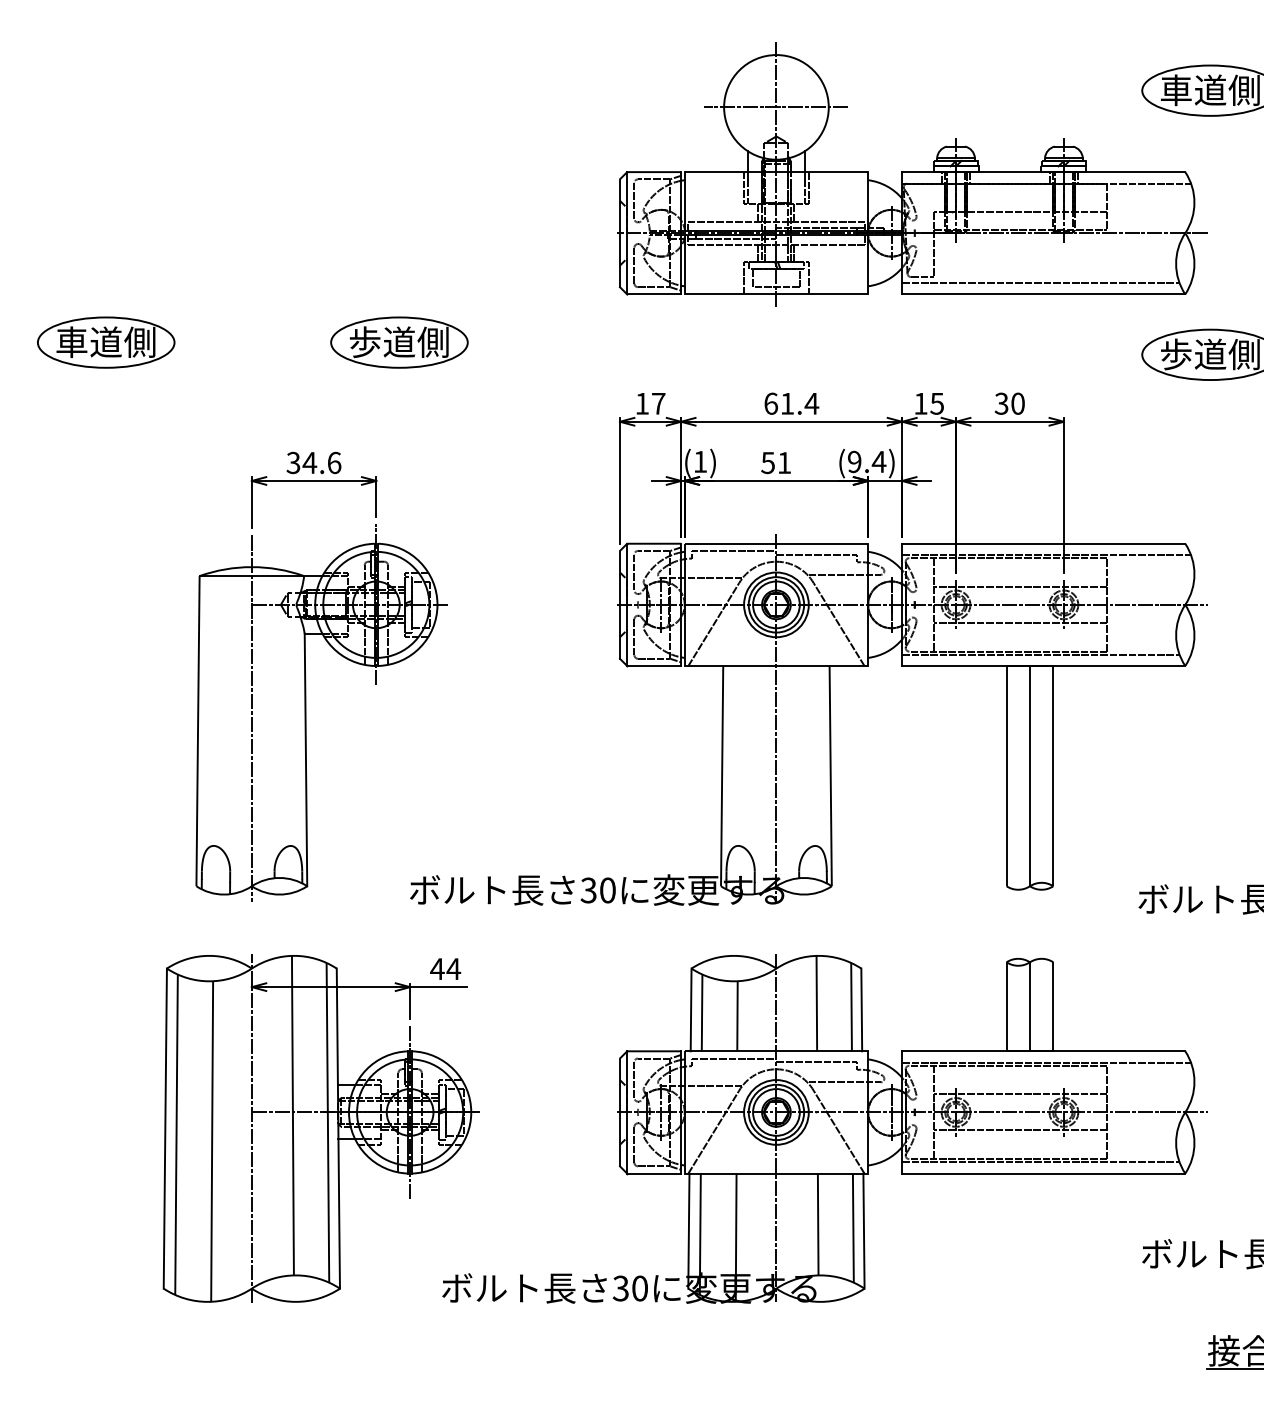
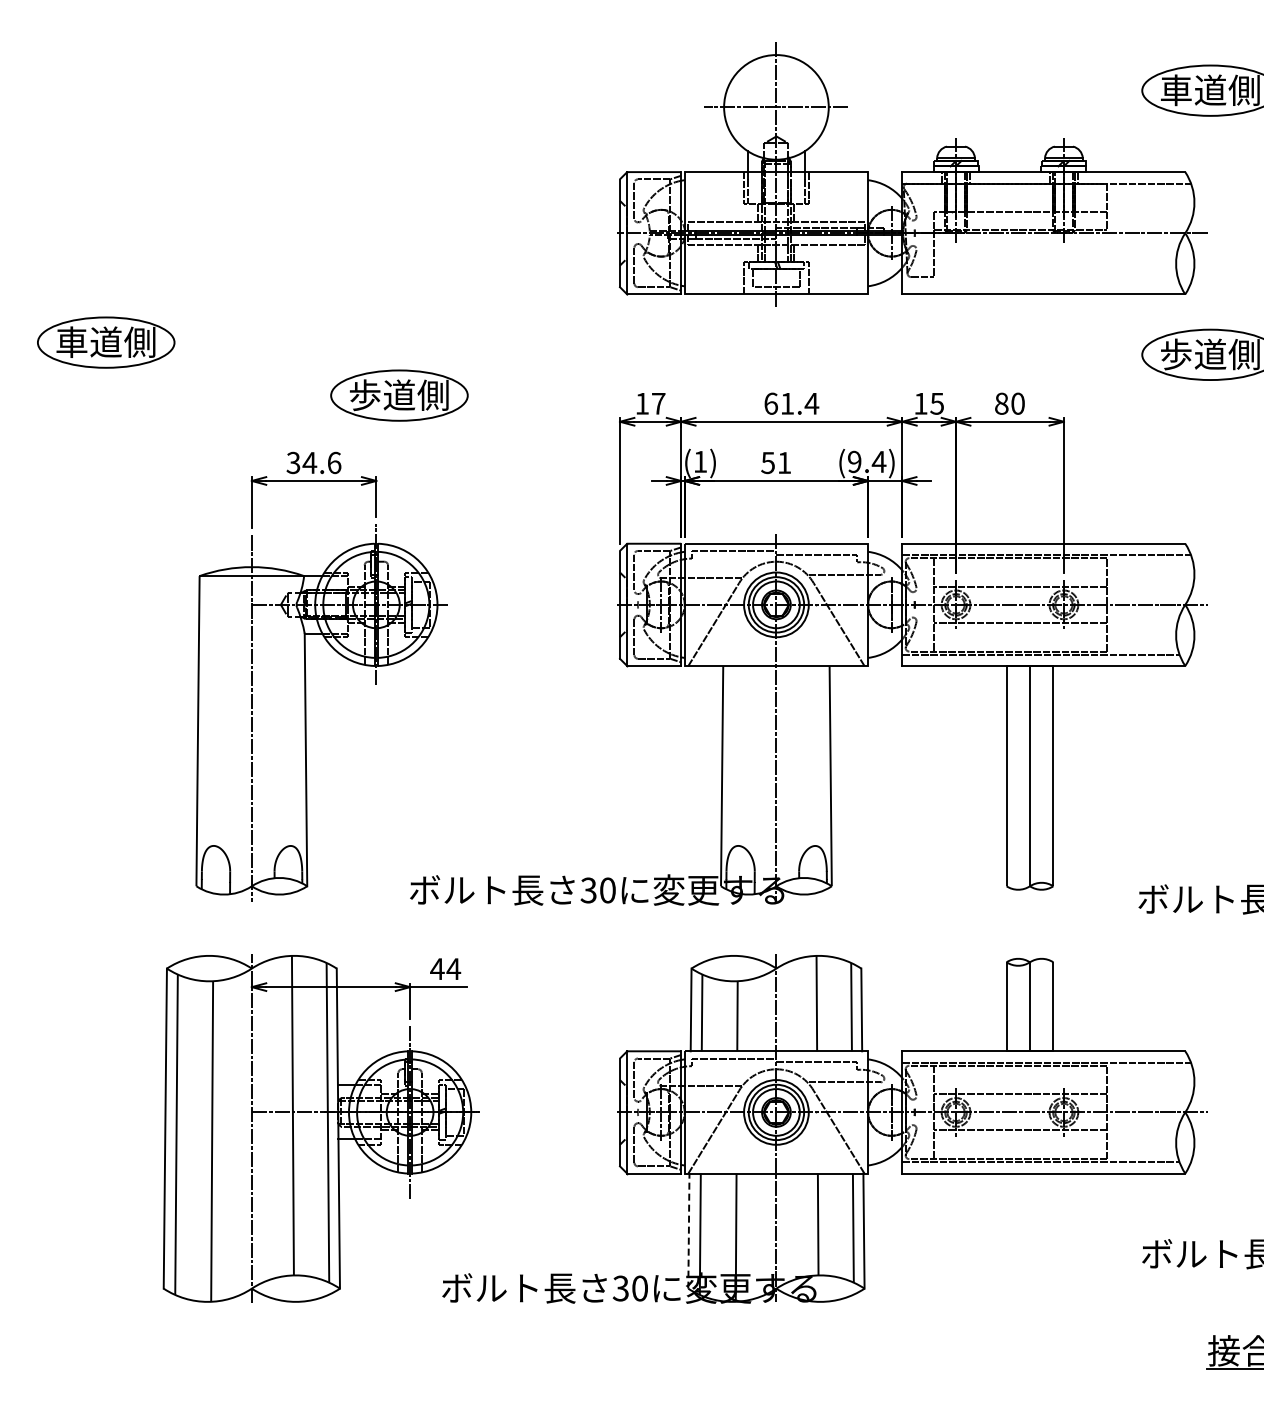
line at (1040, 282): present -> none
part at (399, 342) position: (399, 342) -> (399, 395)
text at (1001, 403): 30 -> 80
line at (688, 1231): solid -> dashed
